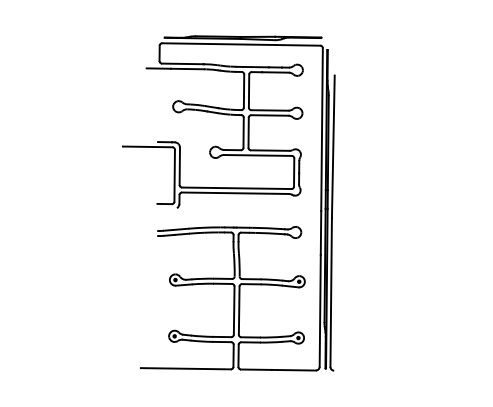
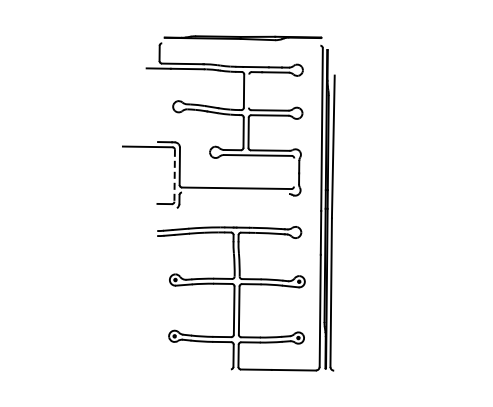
line at (241, 44): present -> none
line at (248, 90): present -> none
line at (294, 172): present -> none
line at (174, 175): solid -> dashed
line at (235, 192): present -> none
line at (185, 368): present -> none
